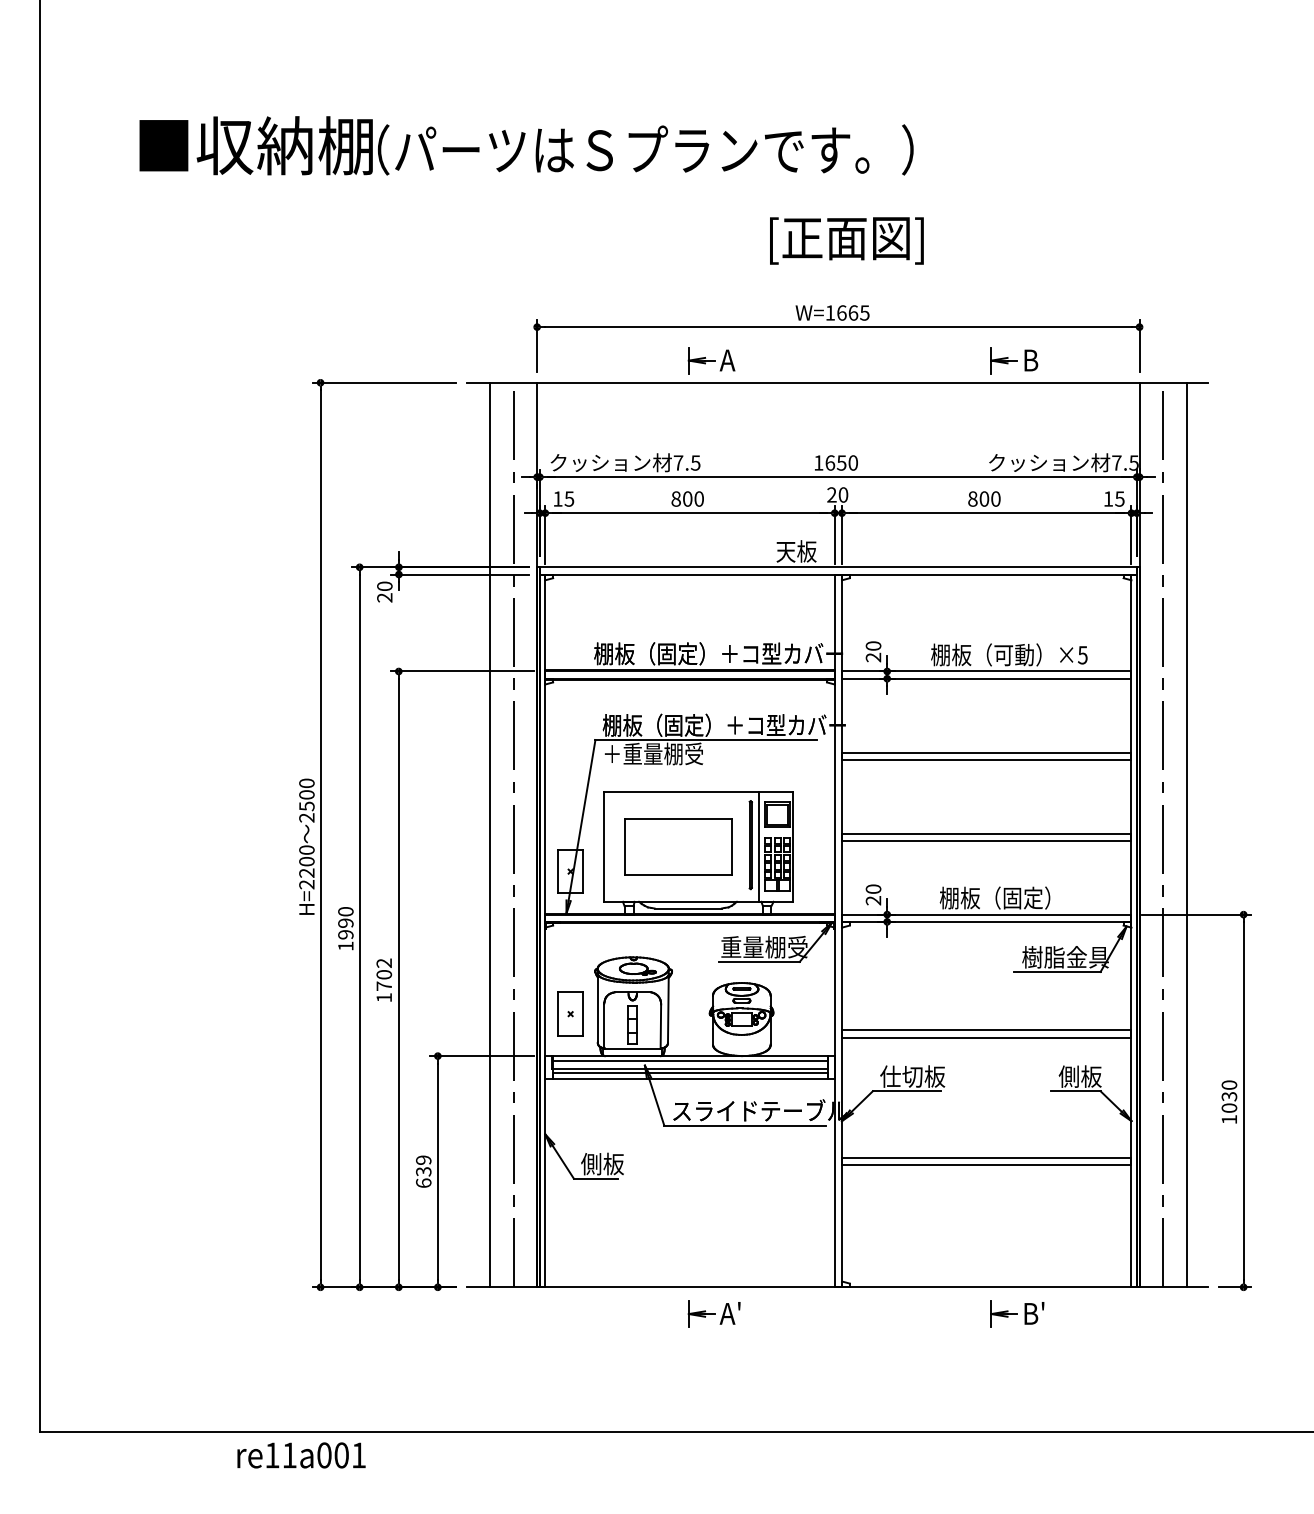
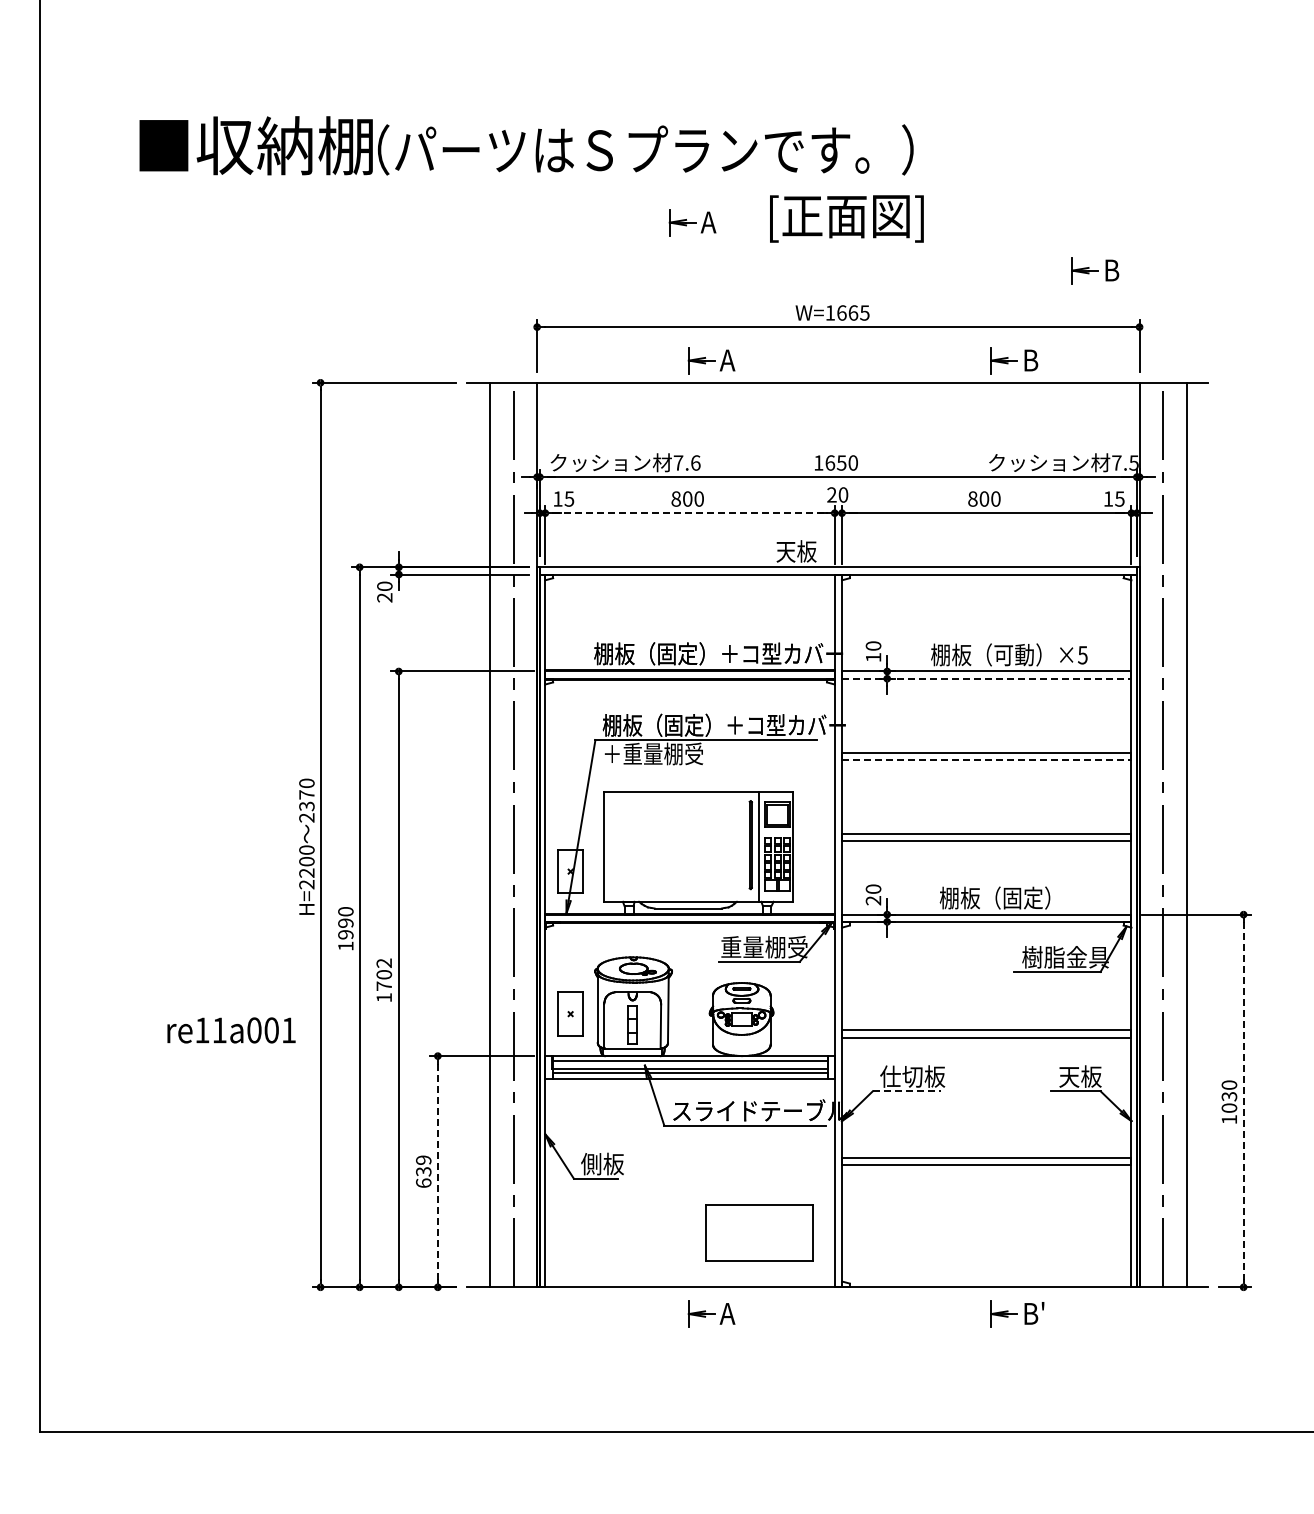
part at (692, 222): none -> present
text at (846, 240) position: (846, 240) -> (846, 218)
part at (1095, 270): none -> present
text at (695, 462): 7.5 -> 7.6
line at (690, 513): solid -> dashed
text at (872, 657): 20 -> 10
line at (987, 678): solid -> dashed
line at (987, 759): solid -> dashed
text at (306, 800): 2500 -> 2370
part at (678, 846) position: (678, 846) -> (759, 1232)
text at (1068, 1076): 側板 -> 天板
line at (906, 1091): solid -> dashed
line at (1243, 1100): solid -> dashed
line at (437, 1172): solid -> dashed
text at (739, 1306): A' -> A
text at (301, 1455) position: (301, 1455) -> (231, 1030)
